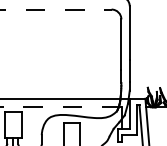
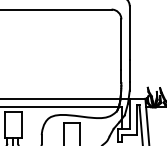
line at (55, 9): dashed -> solid
line at (60, 107): dashed -> solid
